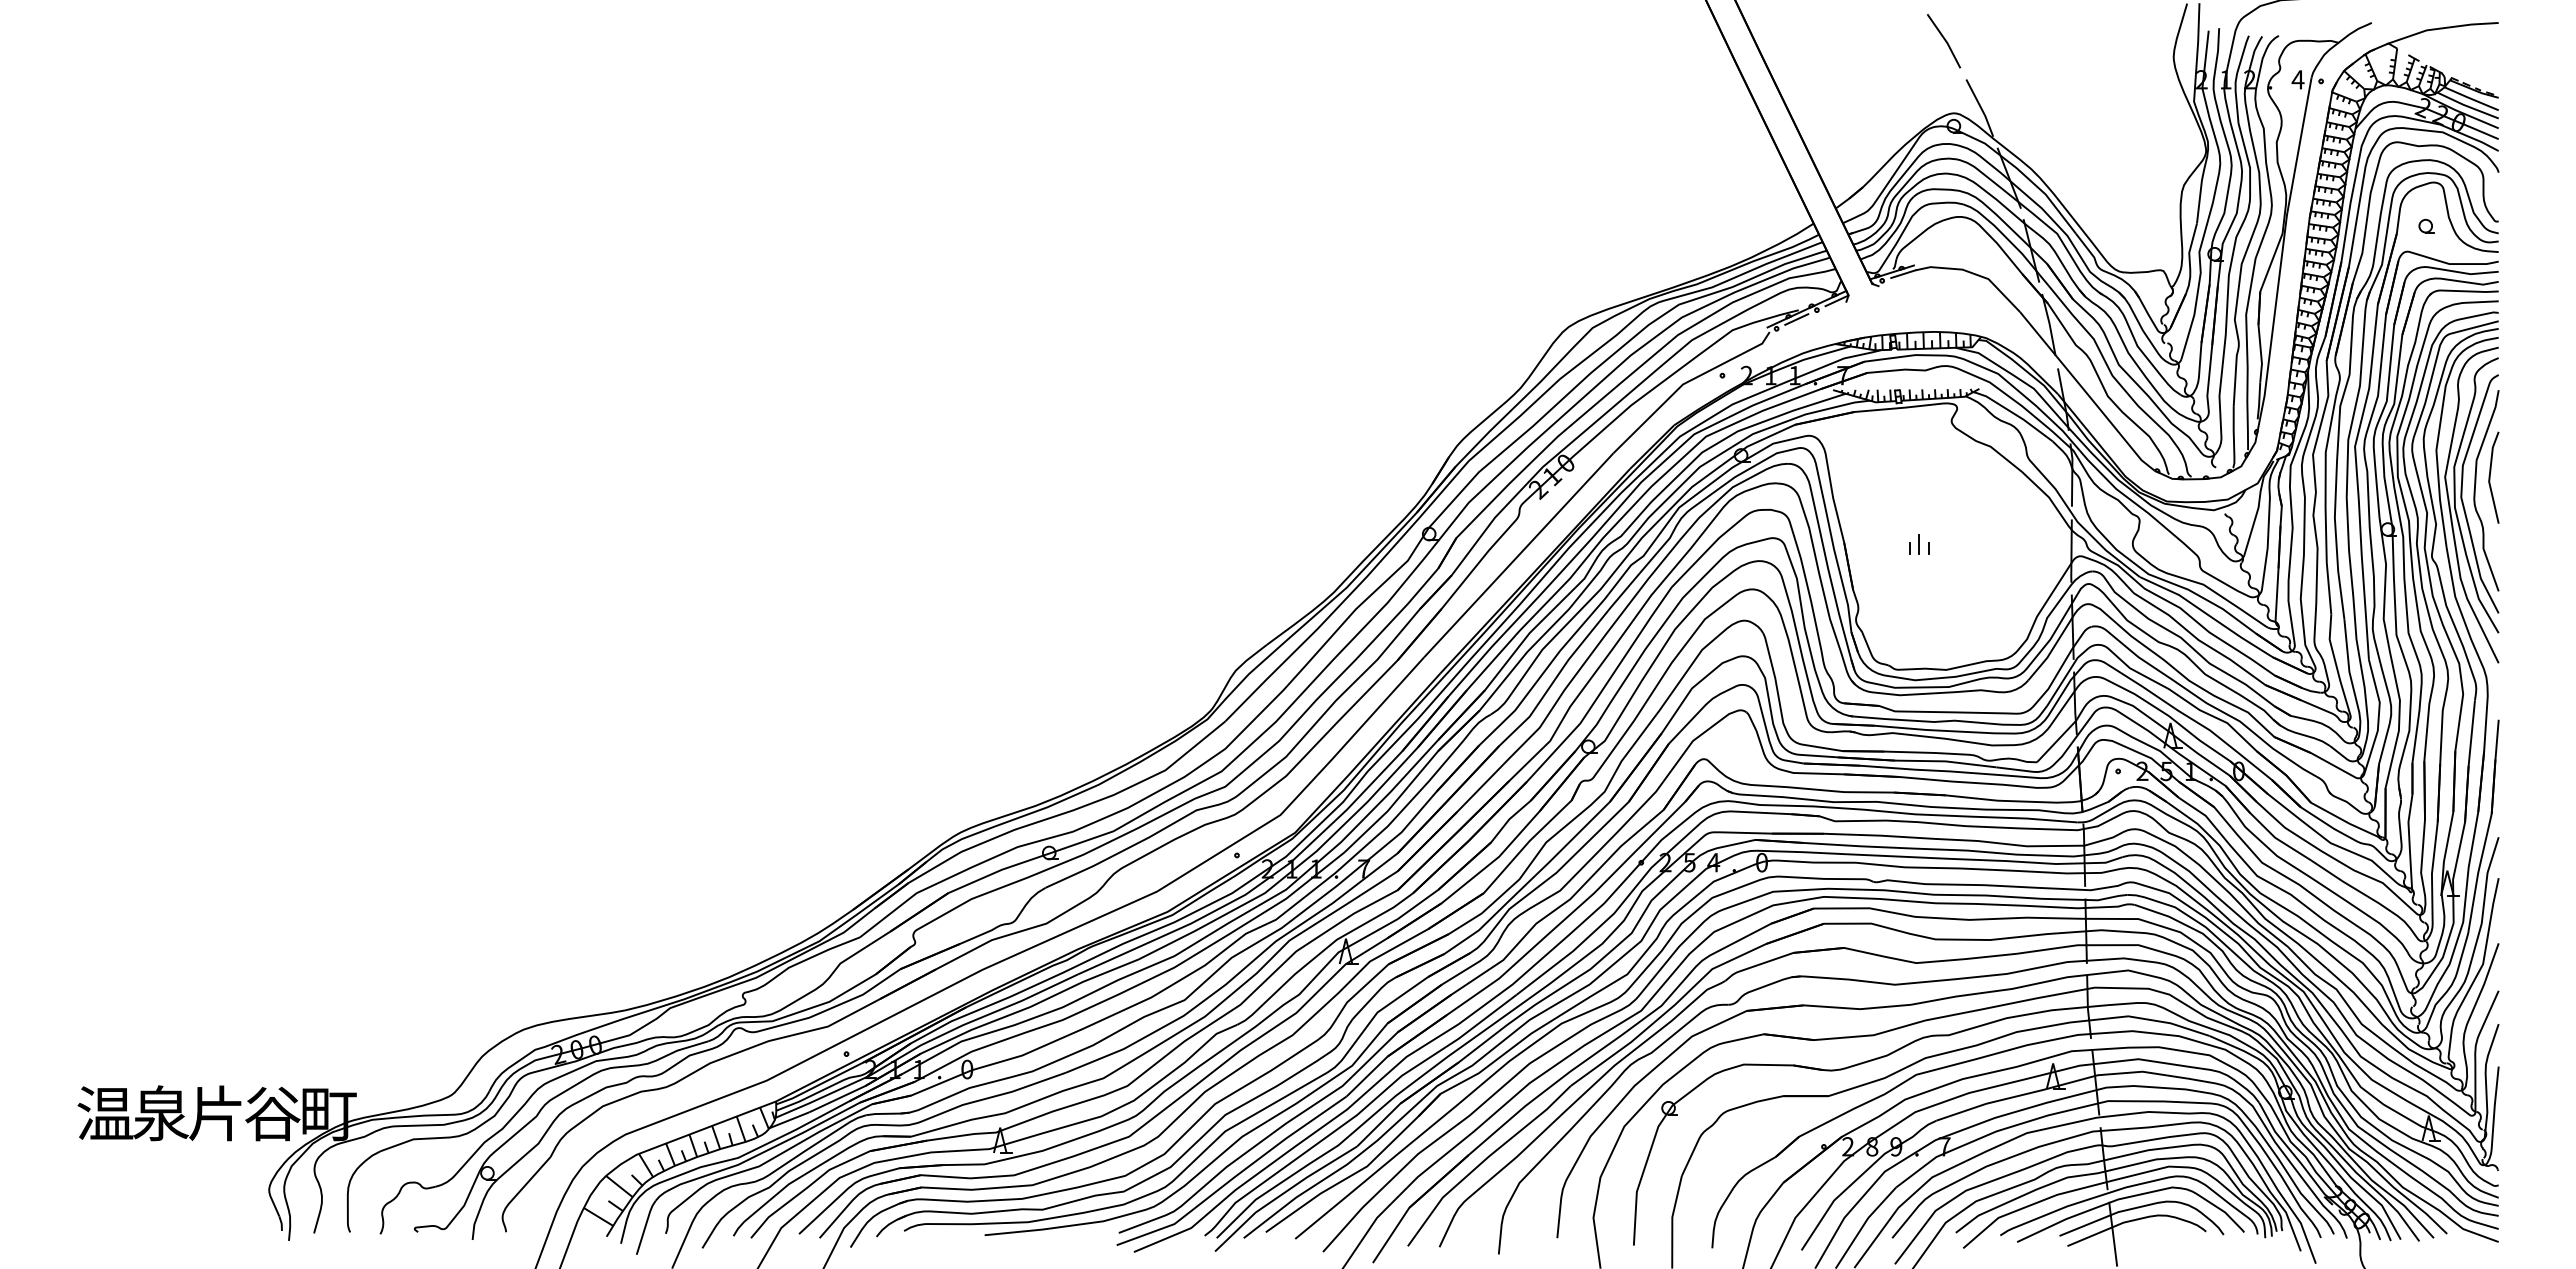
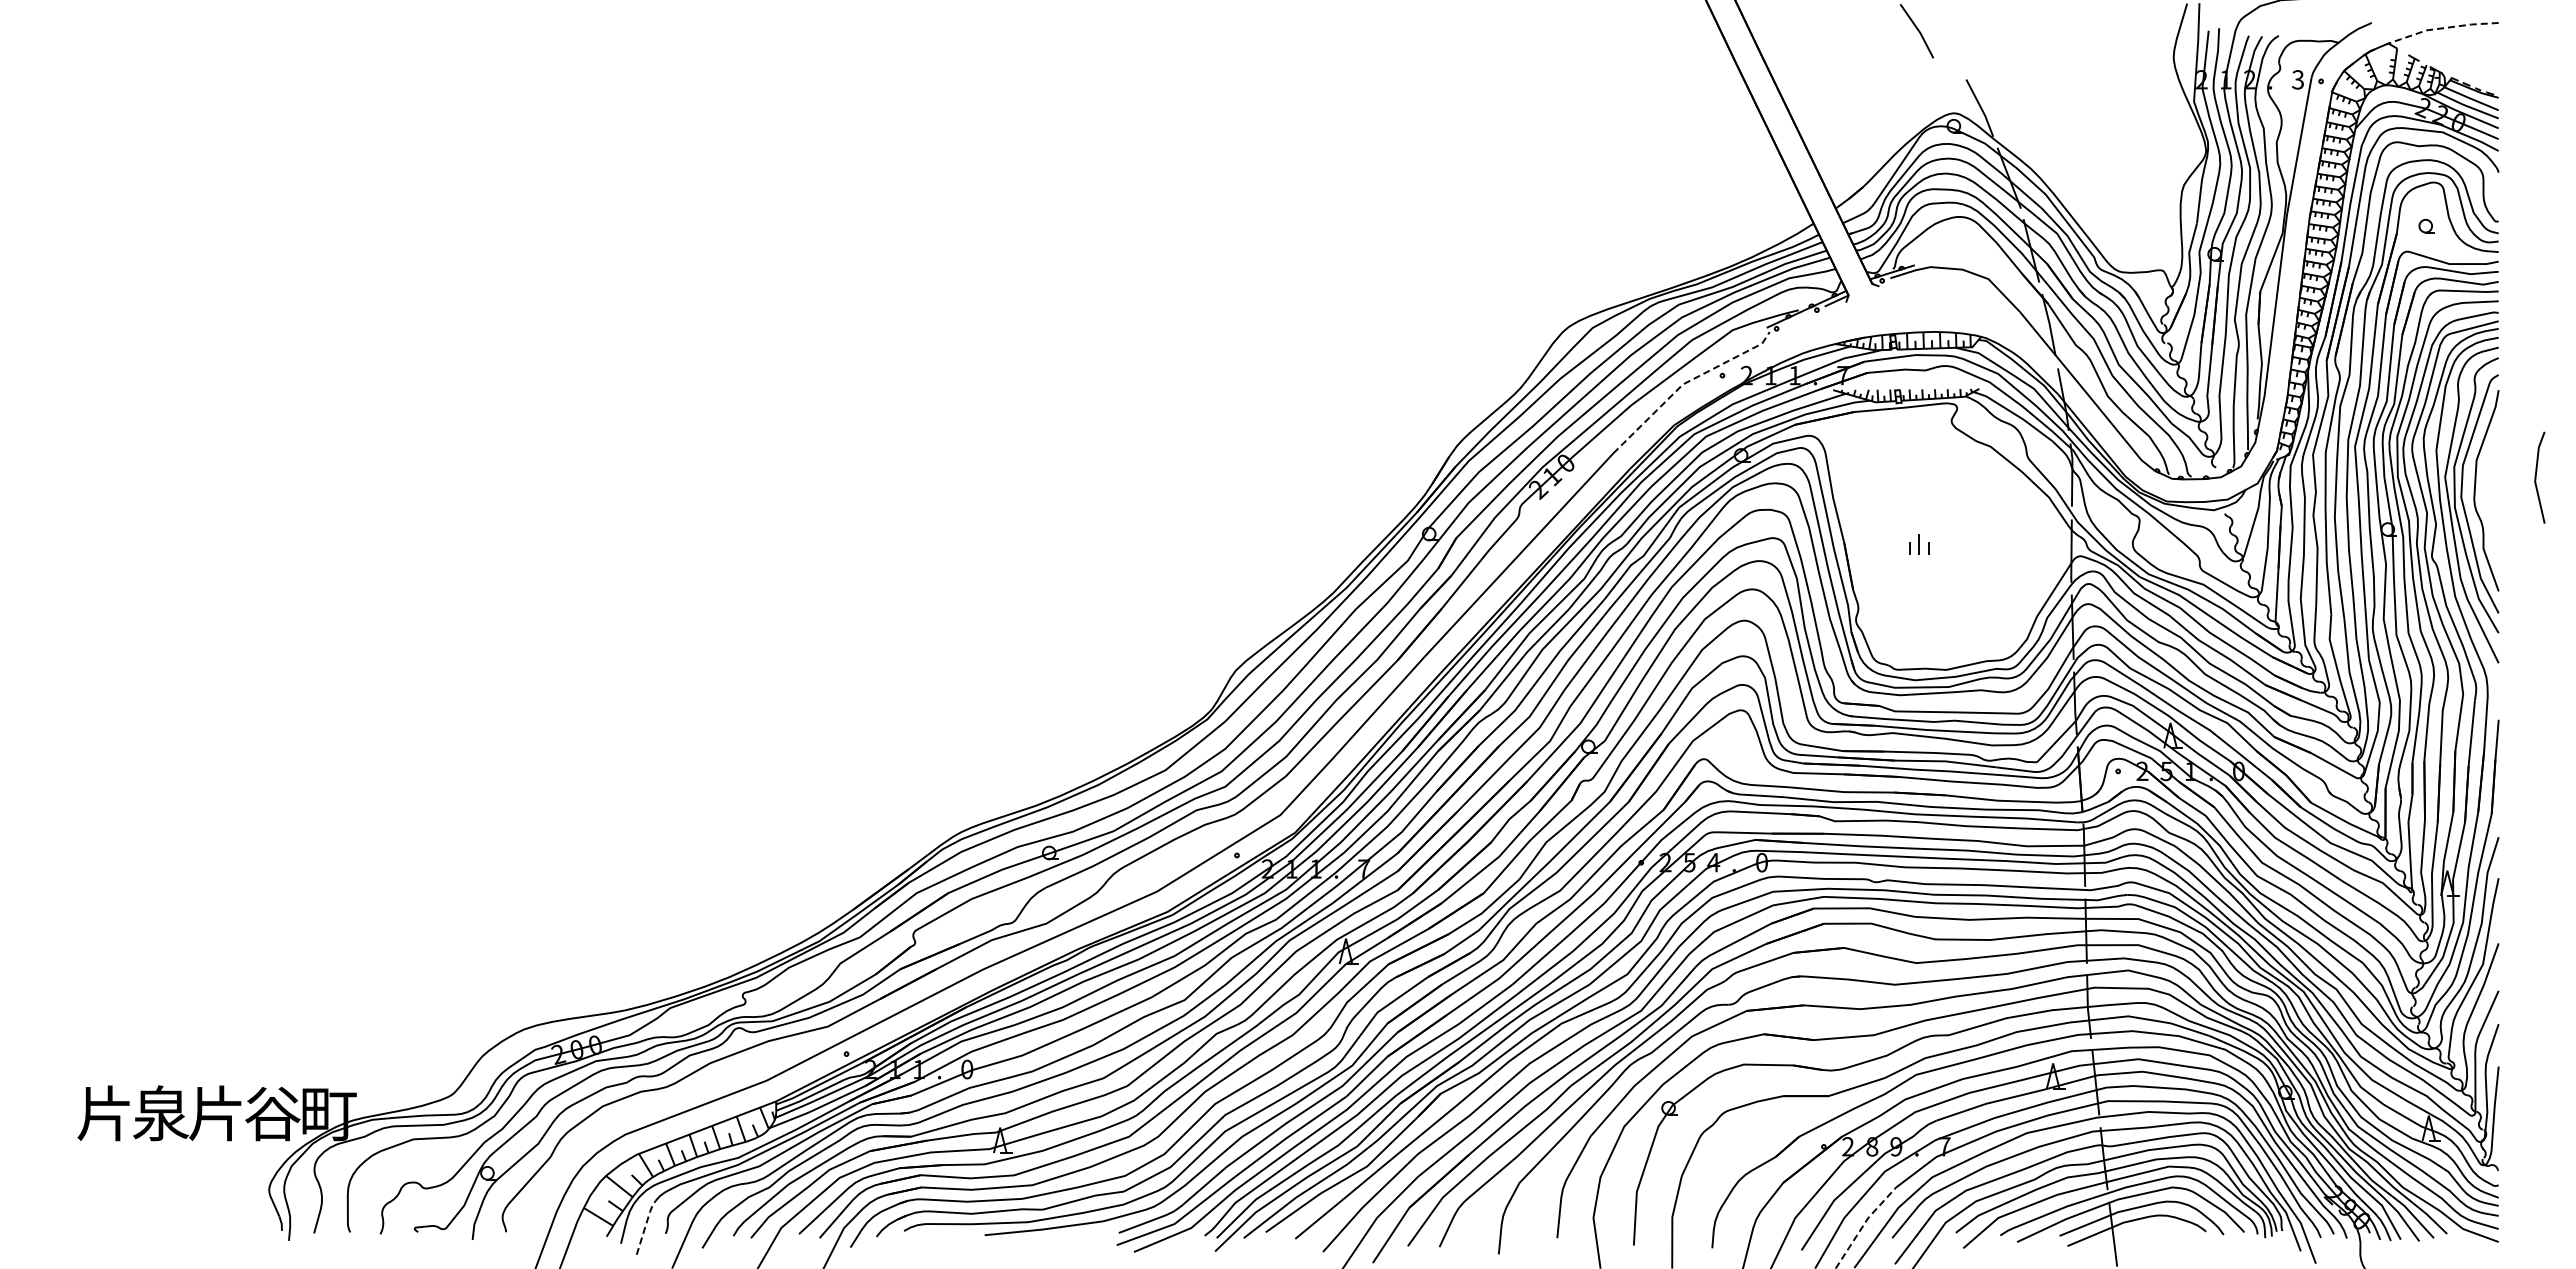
line at (2442, 28): solid -> dashed
line at (1944, 40) position: (1944, 40) -> (1917, 30)
text at (2297, 79): 4 -> 3
line at (1796, 319): present -> none
line at (1685, 383): solid -> dashed
line at (2490, 477) position: (2490, 477) -> (2536, 477)
text at (105, 1113): 温 -> 片
line at (645, 1225): solid -> dashed
line at (1863, 1225): solid -> dashed
